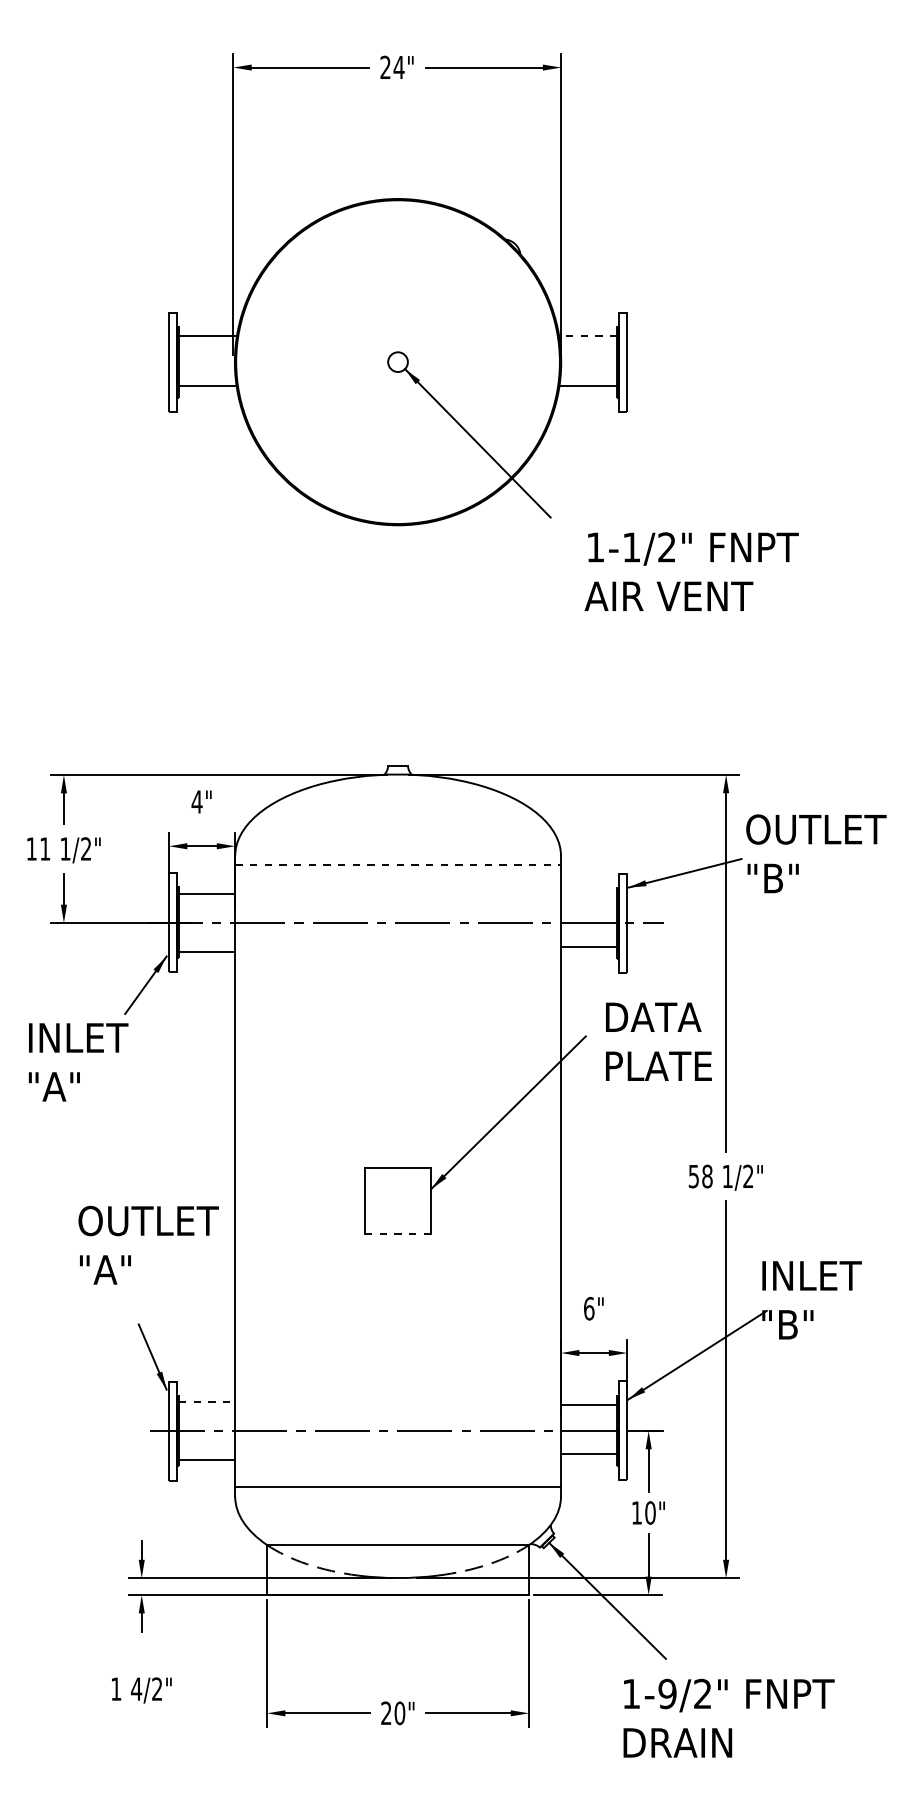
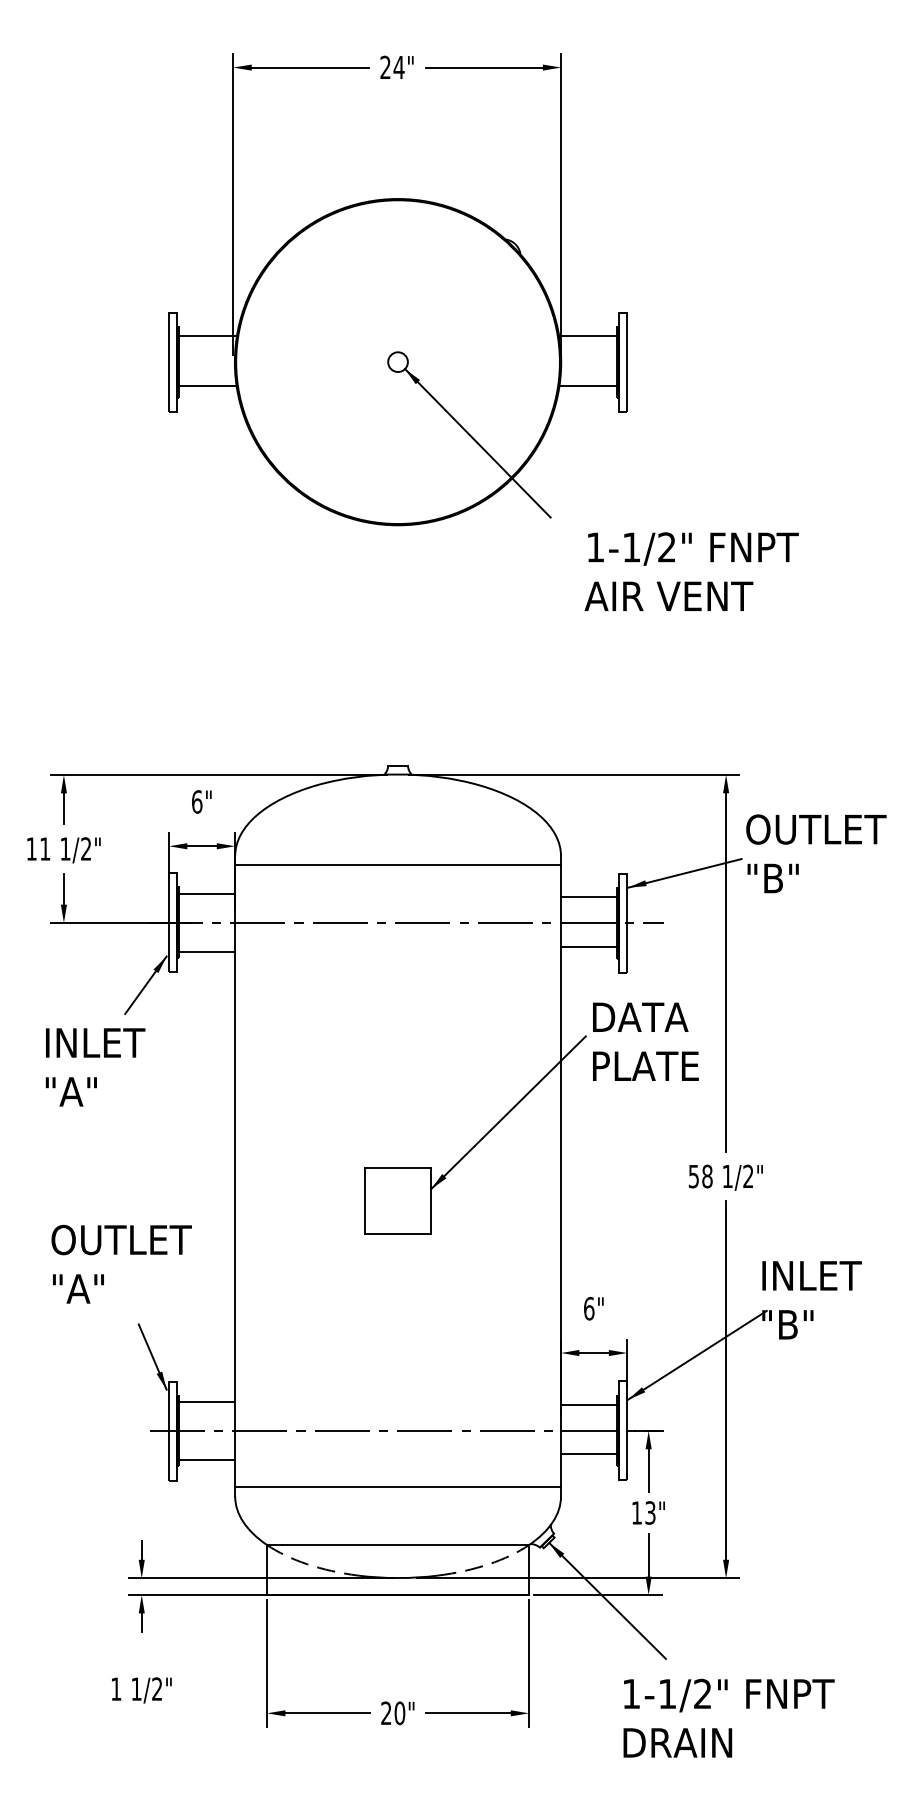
line at (587, 336): dashed -> solid
text at (196, 801): 4" -> 6"
line at (398, 865): dashed -> solid
line at (589, 897): none -> present
text at (658, 1041) position: (658, 1041) -> (645, 1041)
text at (78, 1062) position: (78, 1062) -> (95, 1067)
line at (398, 1233): dashed -> solid
text at (148, 1244) position: (148, 1244) -> (121, 1263)
line at (207, 1402): dashed -> solid
text at (650, 1512): 10" -> 13"
text at (136, 1688): 4/2" -> 1/2"
text at (667, 1693): 1-9/2" -> 1-1/2"
